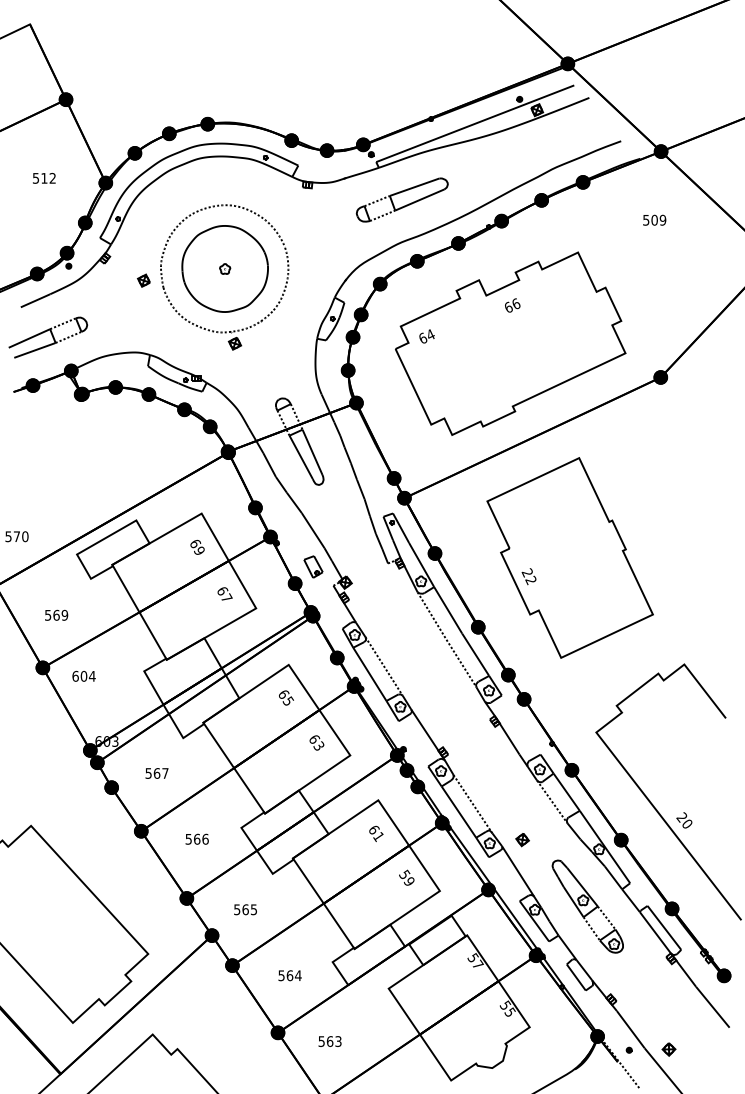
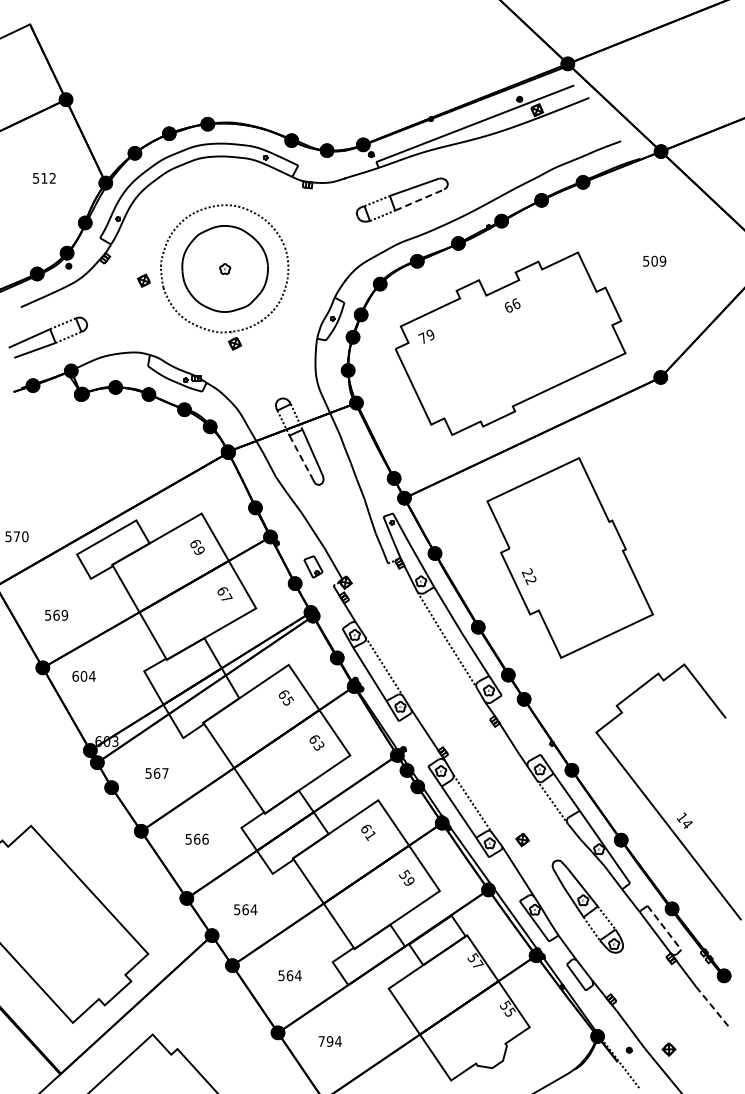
line at (419, 200): solid -> dashed
text at (654, 219) position: (654, 219) -> (654, 260)
text at (426, 336): 64 -> 79
line at (301, 457): solid -> dashed
text at (684, 820): 20 -> 14
text at (376, 833) position: (376, 833) -> (368, 832)
text at (253, 909): 565 -> 564
line at (664, 927): solid -> dashed
line at (713, 1007): solid -> dashed
text at (329, 1041): 563 -> 794
